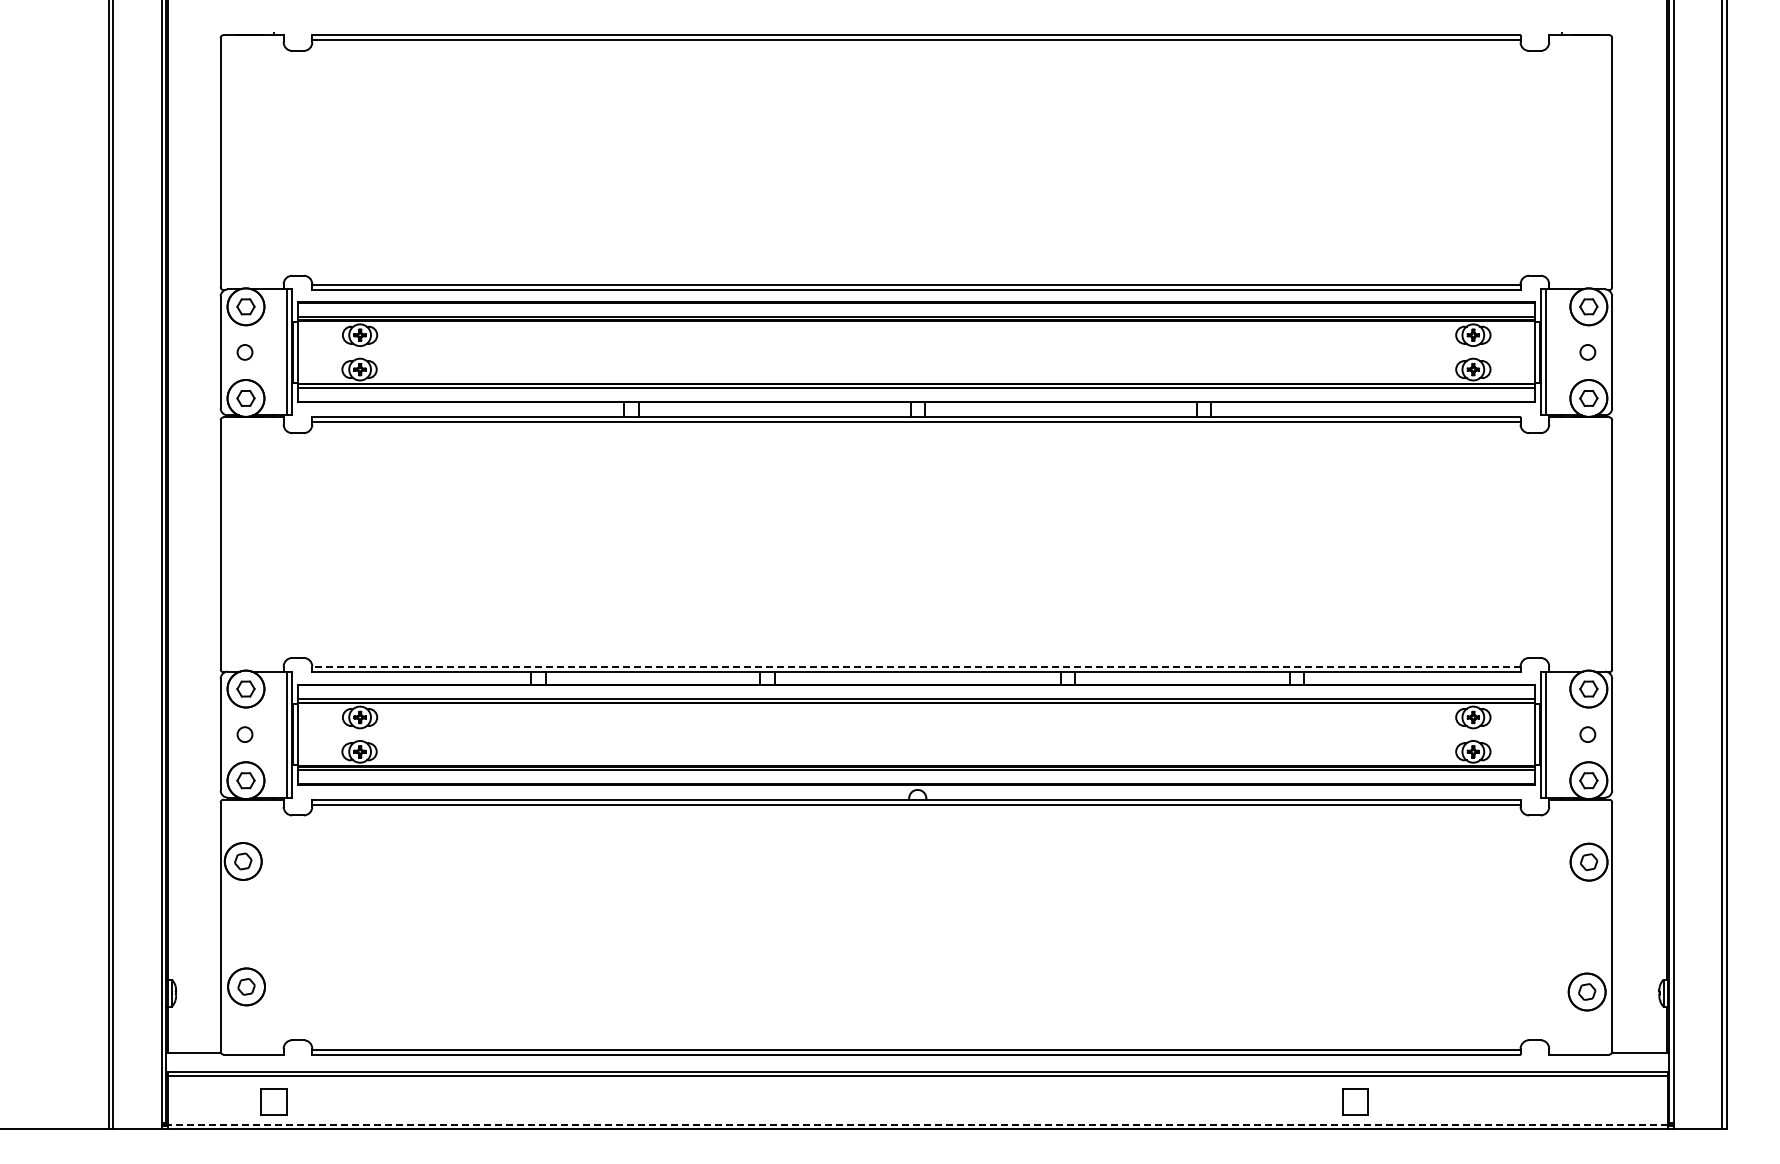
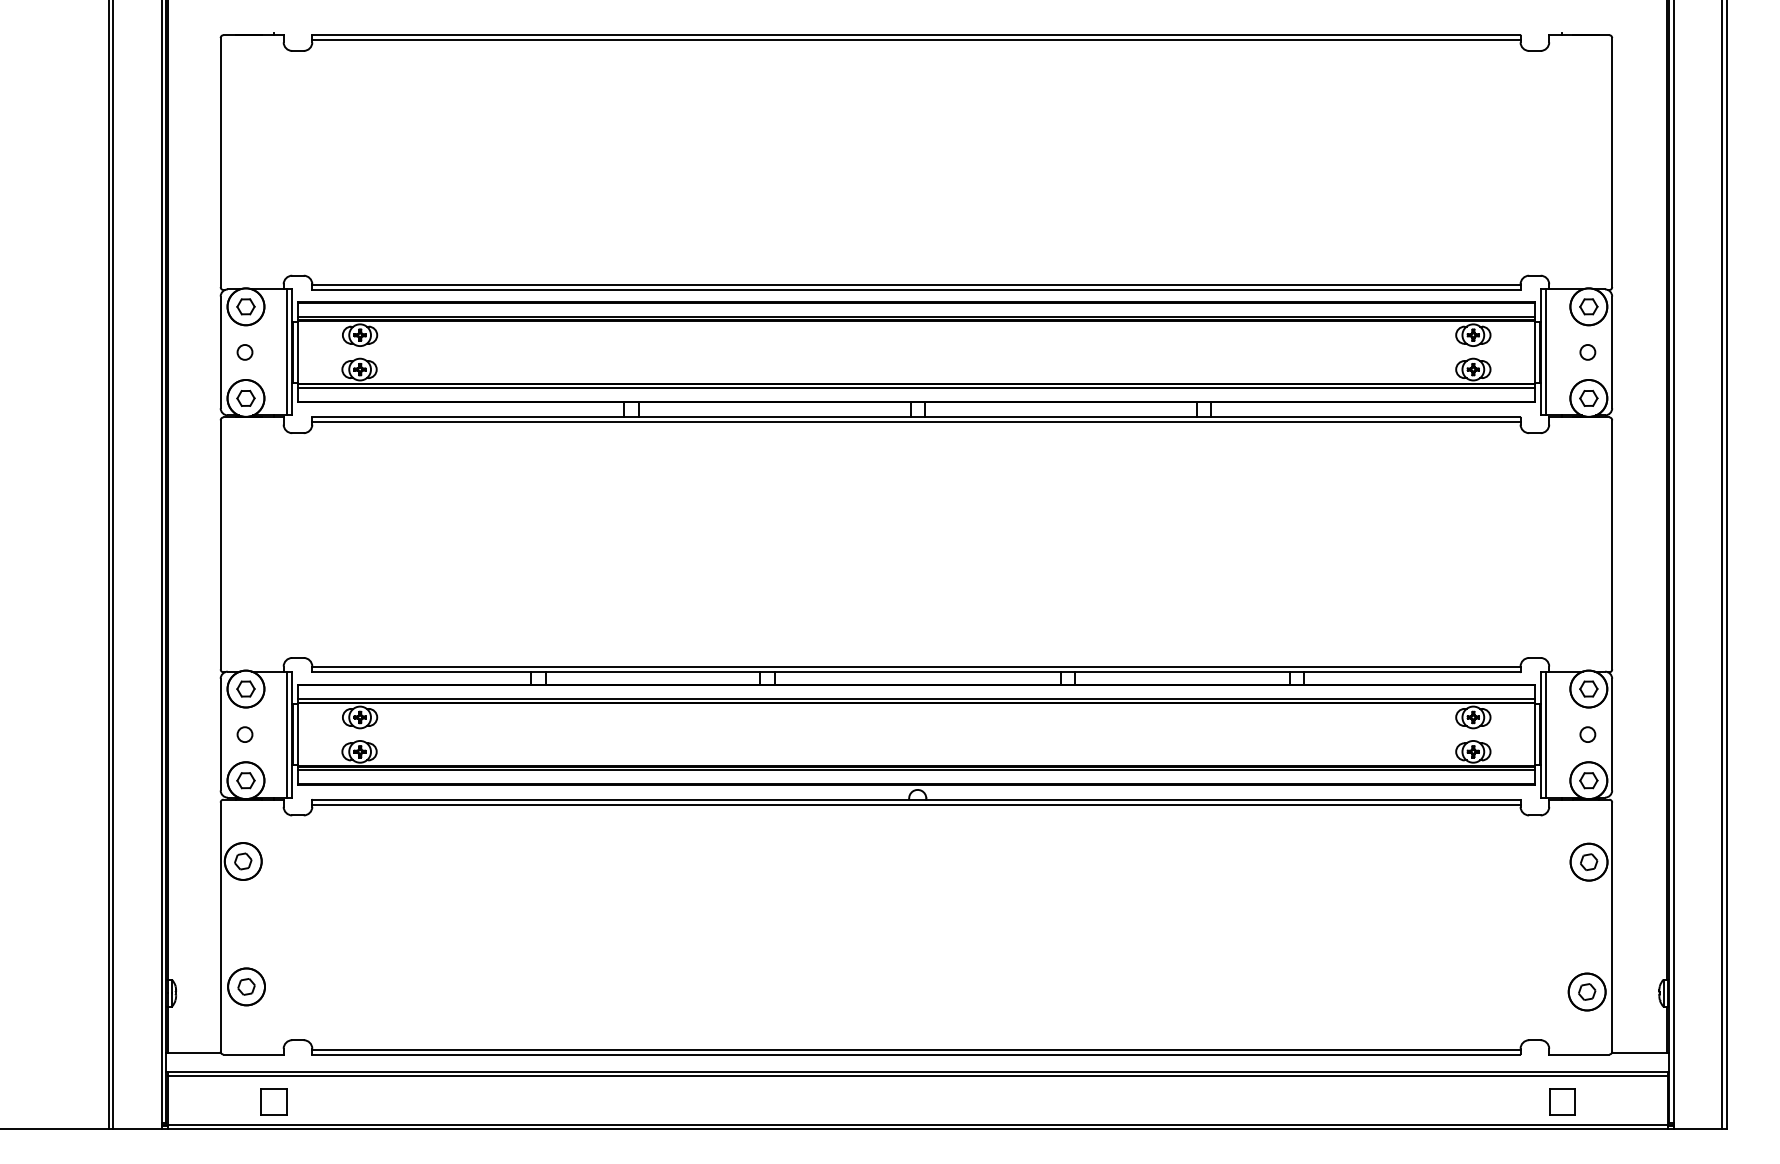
line at (915, 667): dashed -> solid
part at (1355, 1101) position: (1355, 1101) -> (1562, 1101)
line at (917, 1124): dashed -> solid
